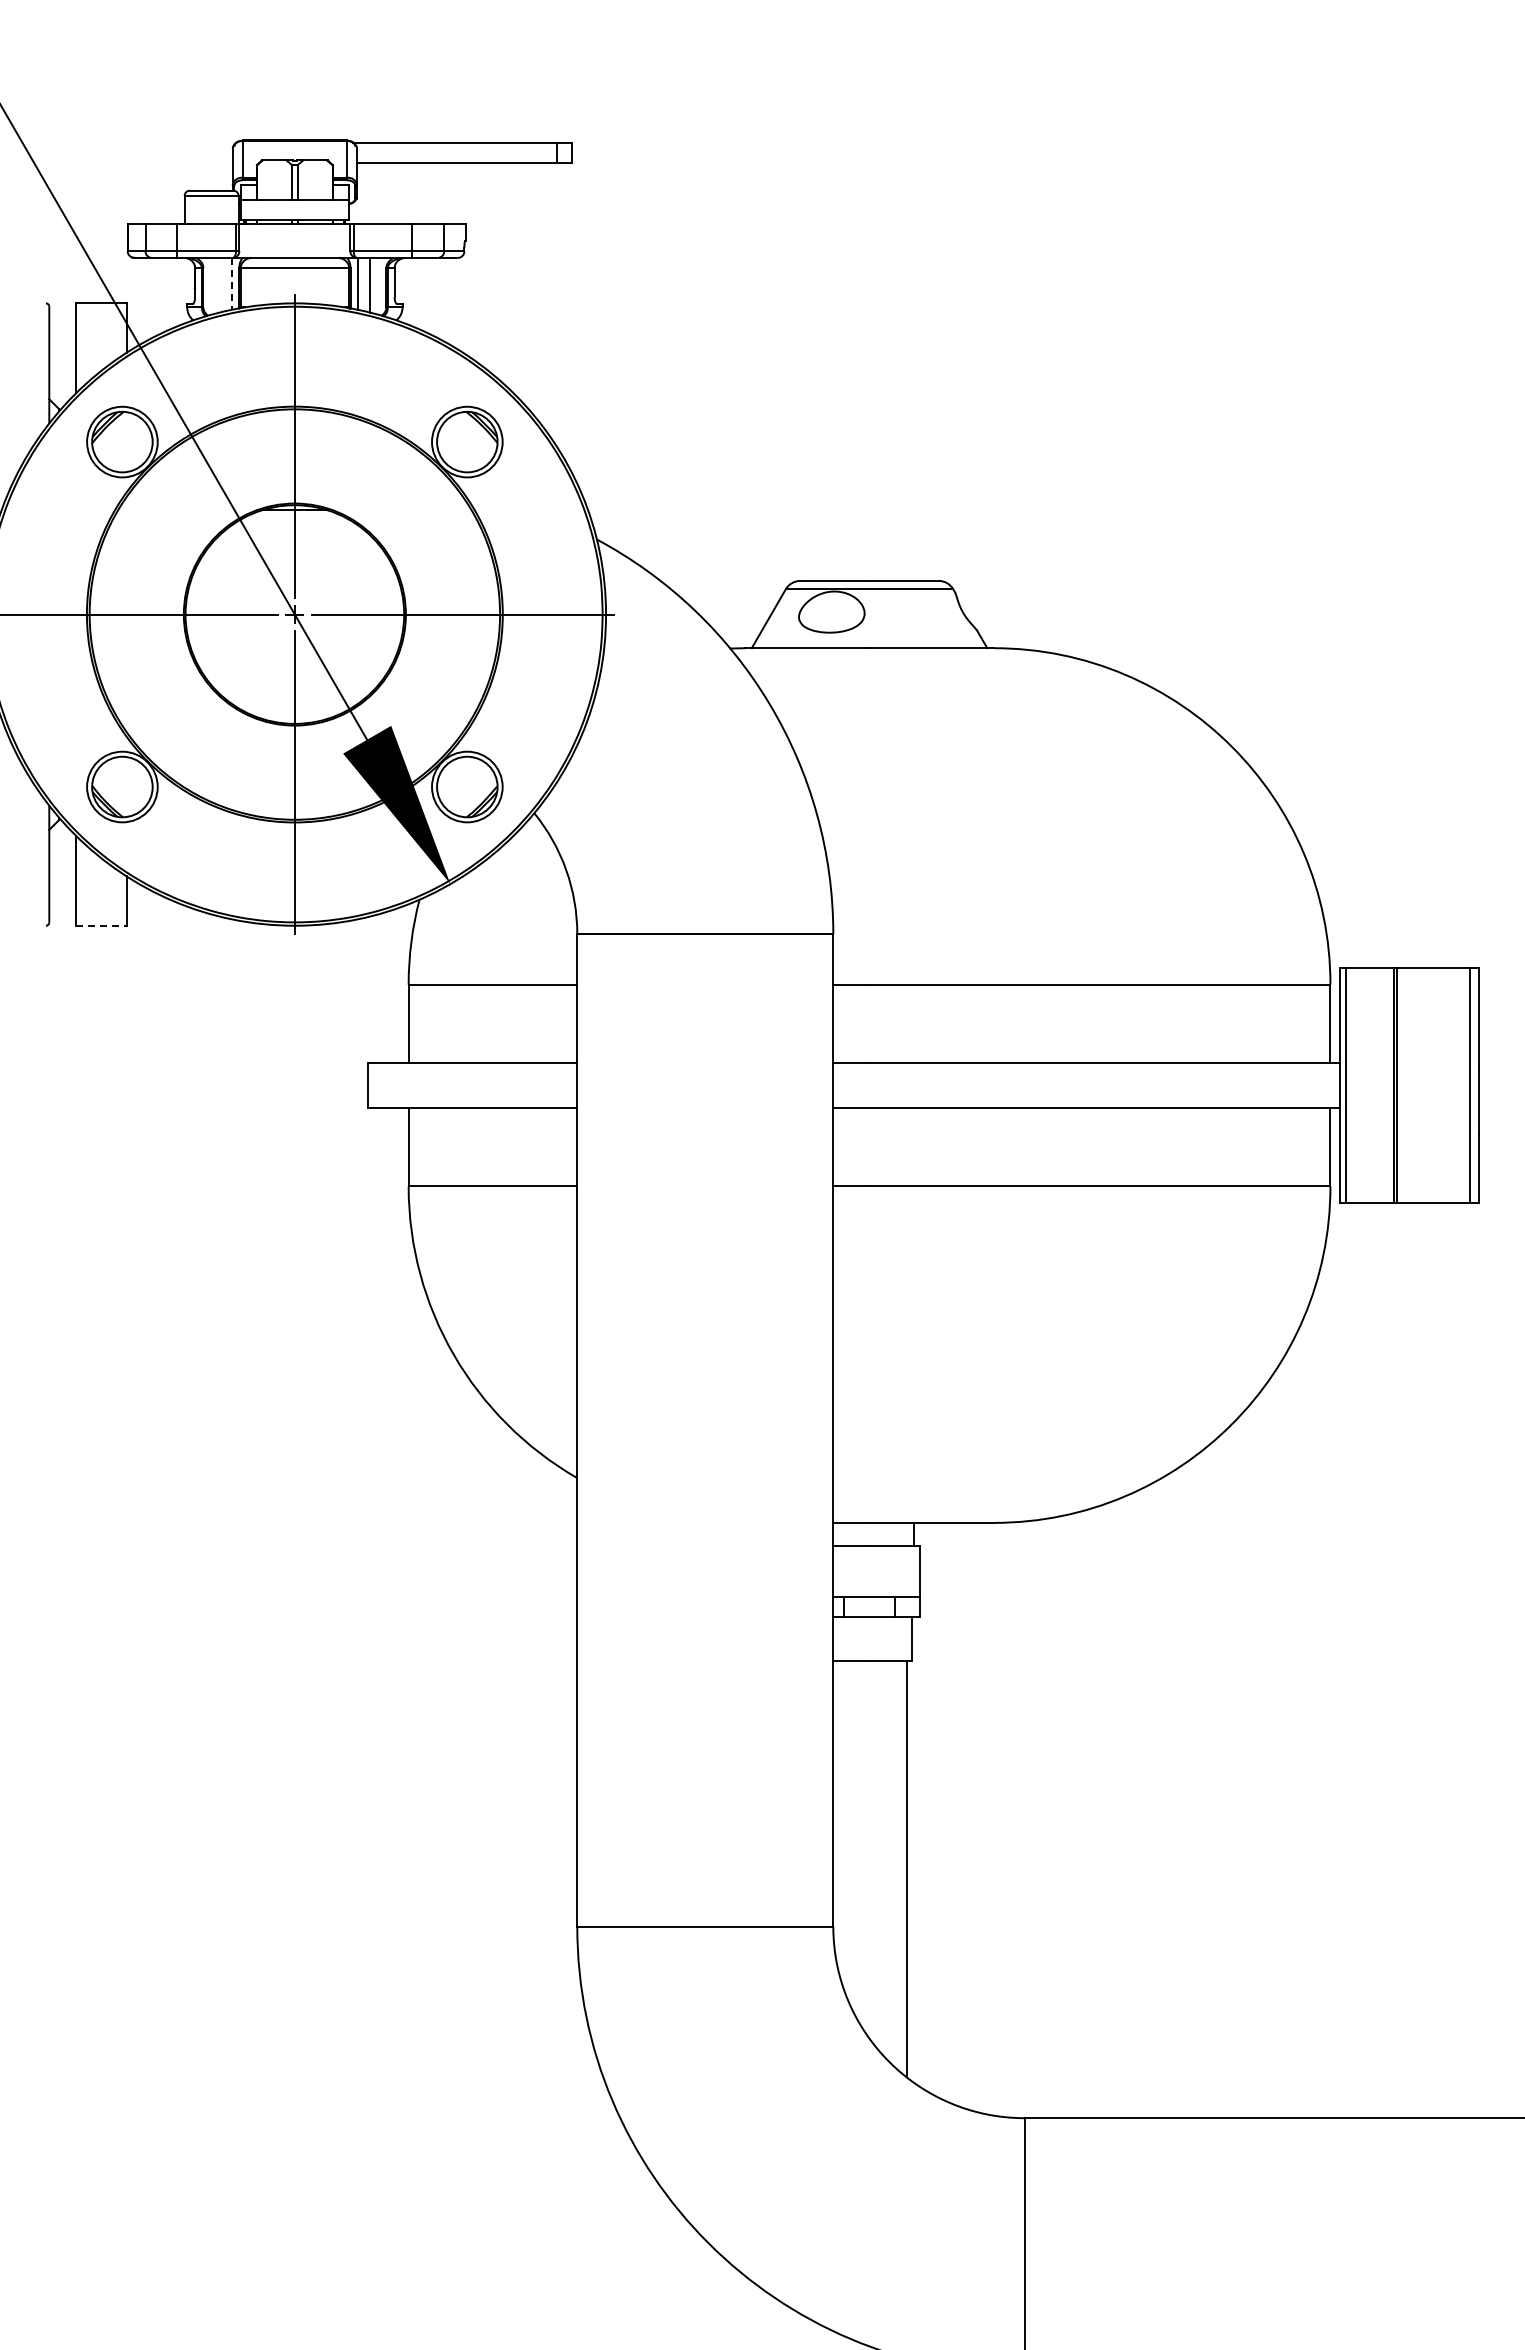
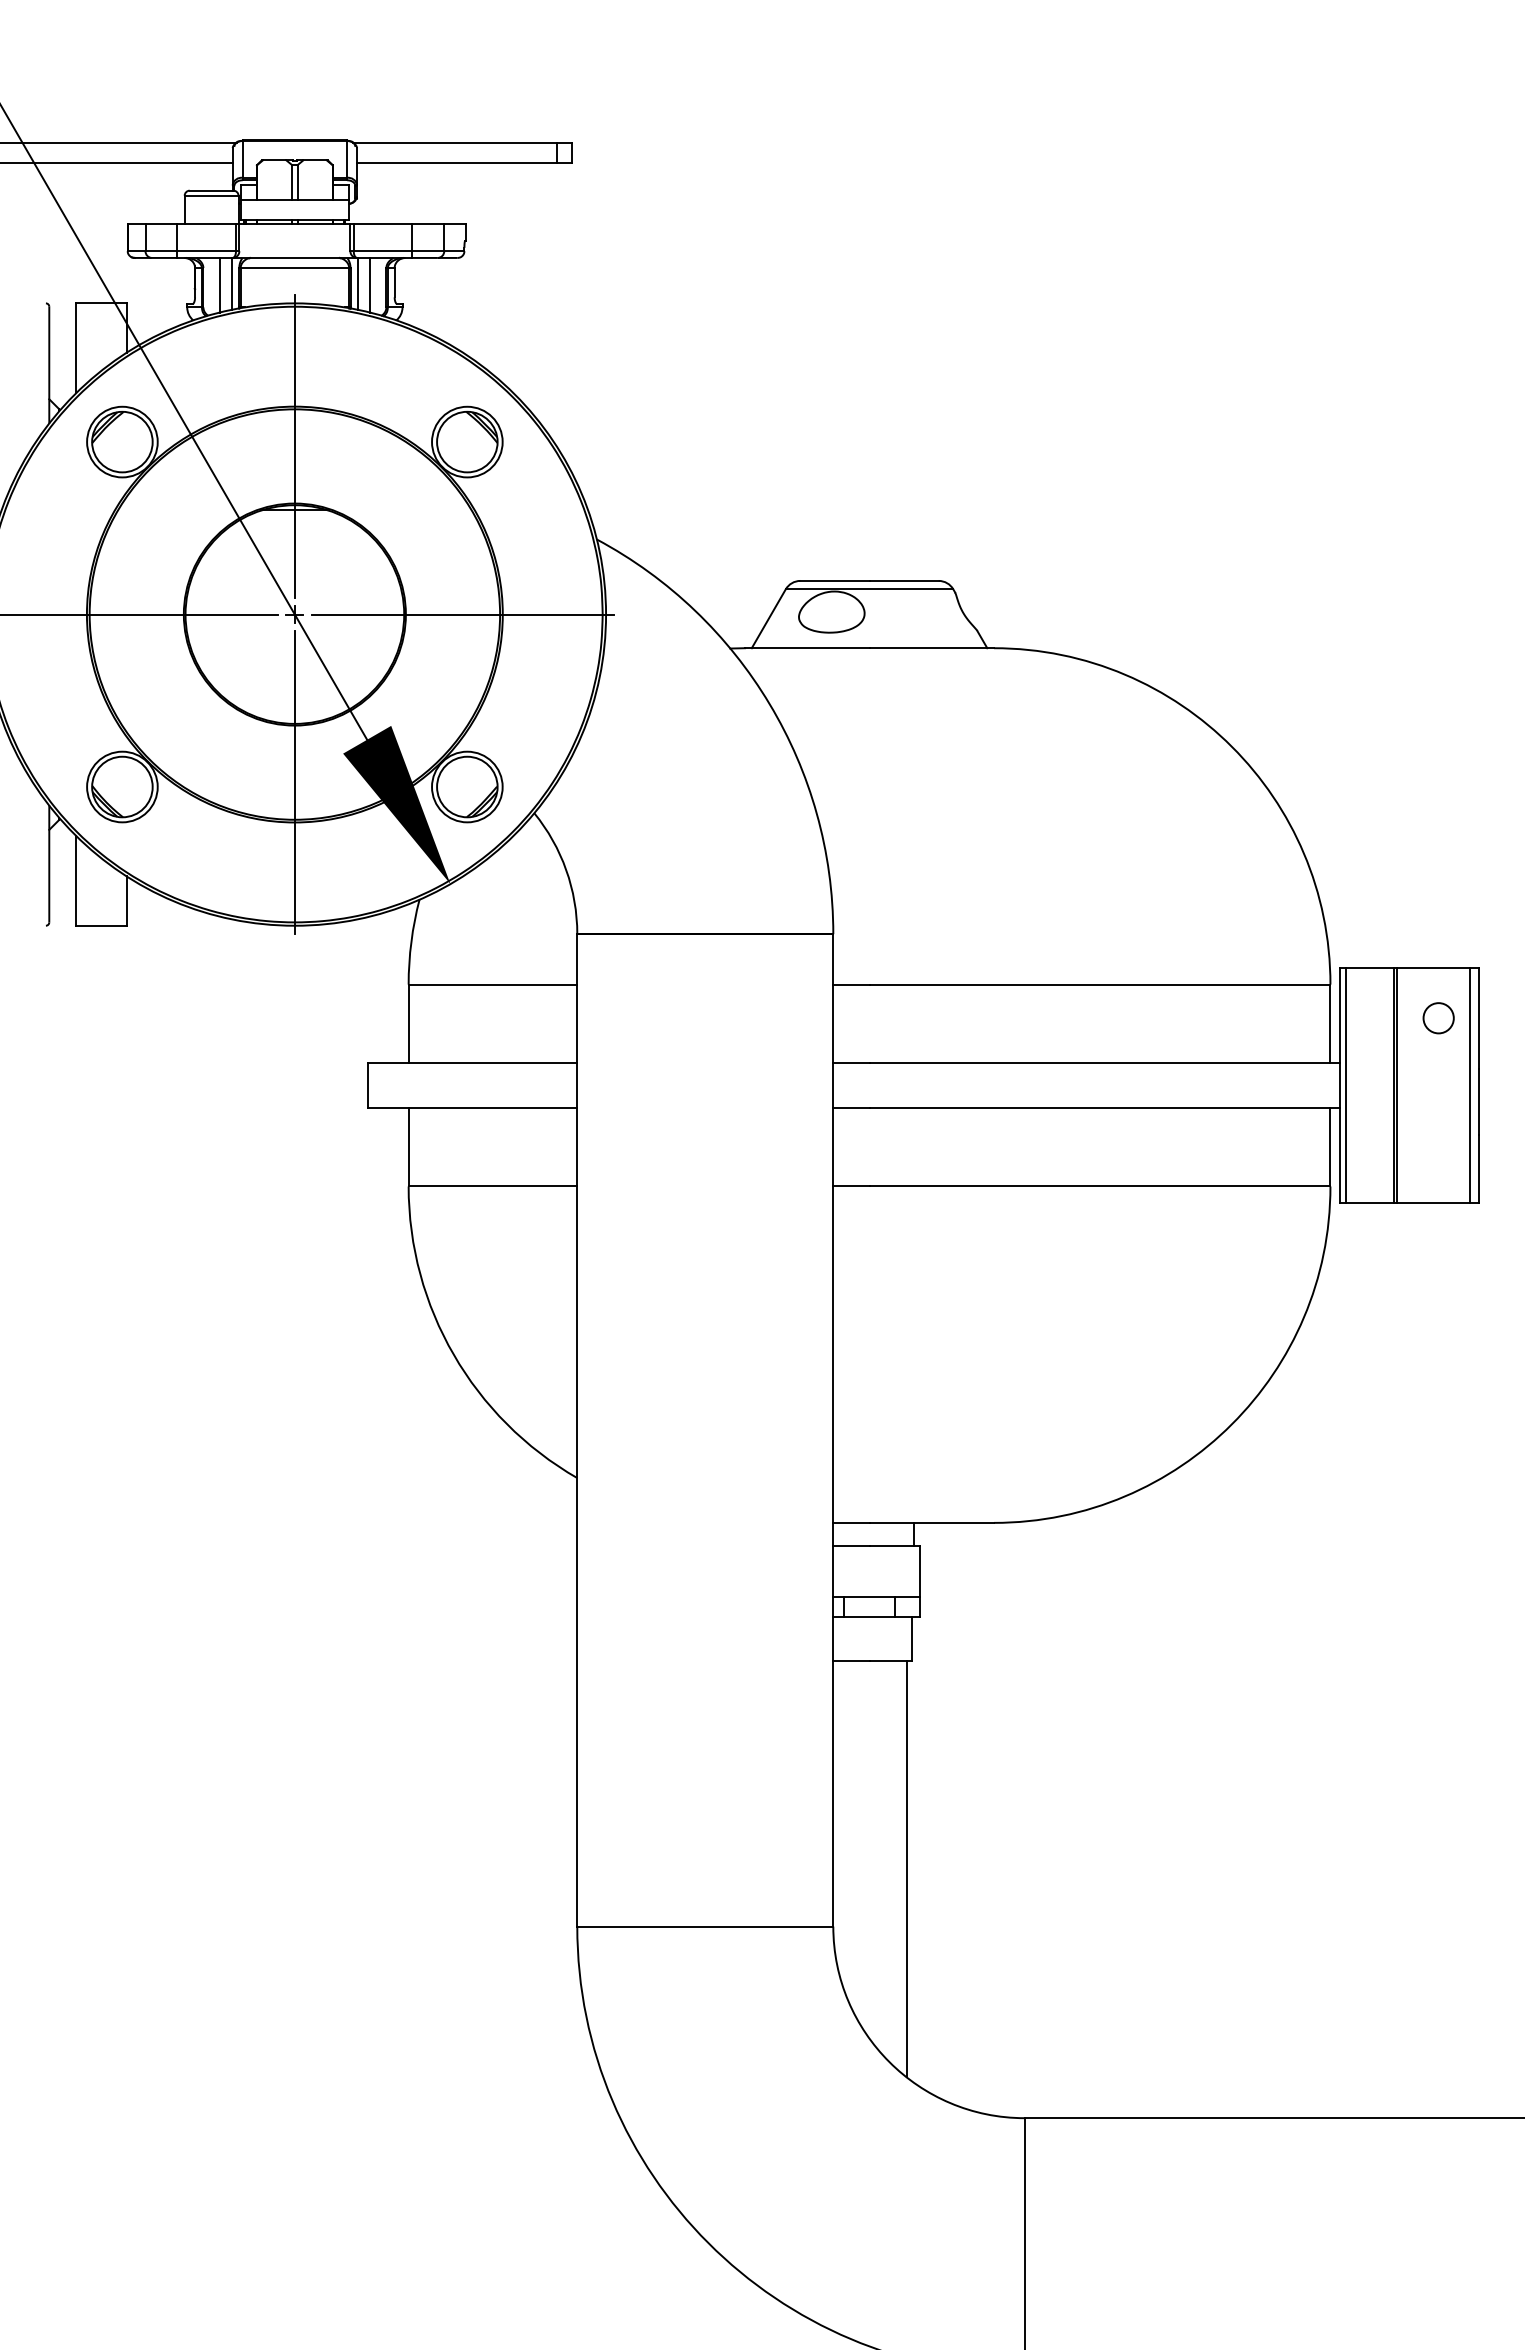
line at (119, 142): none -> present
line at (117, 162): none -> present
line at (231, 283): dashed -> solid
line at (219, 284): none -> present
line at (101, 925): dashed -> solid
circle at (1438, 1018): none -> present
